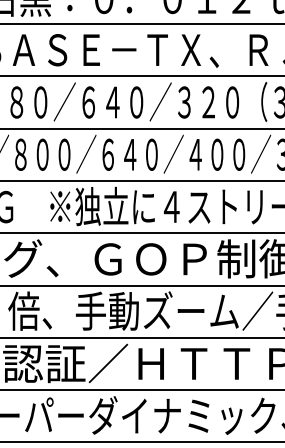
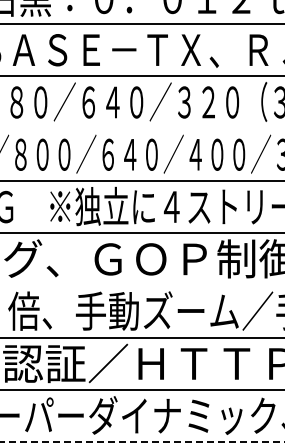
line at (141, 128): present -> none
line at (141, 285): present -> none
line at (142, 442): solid -> dashed
